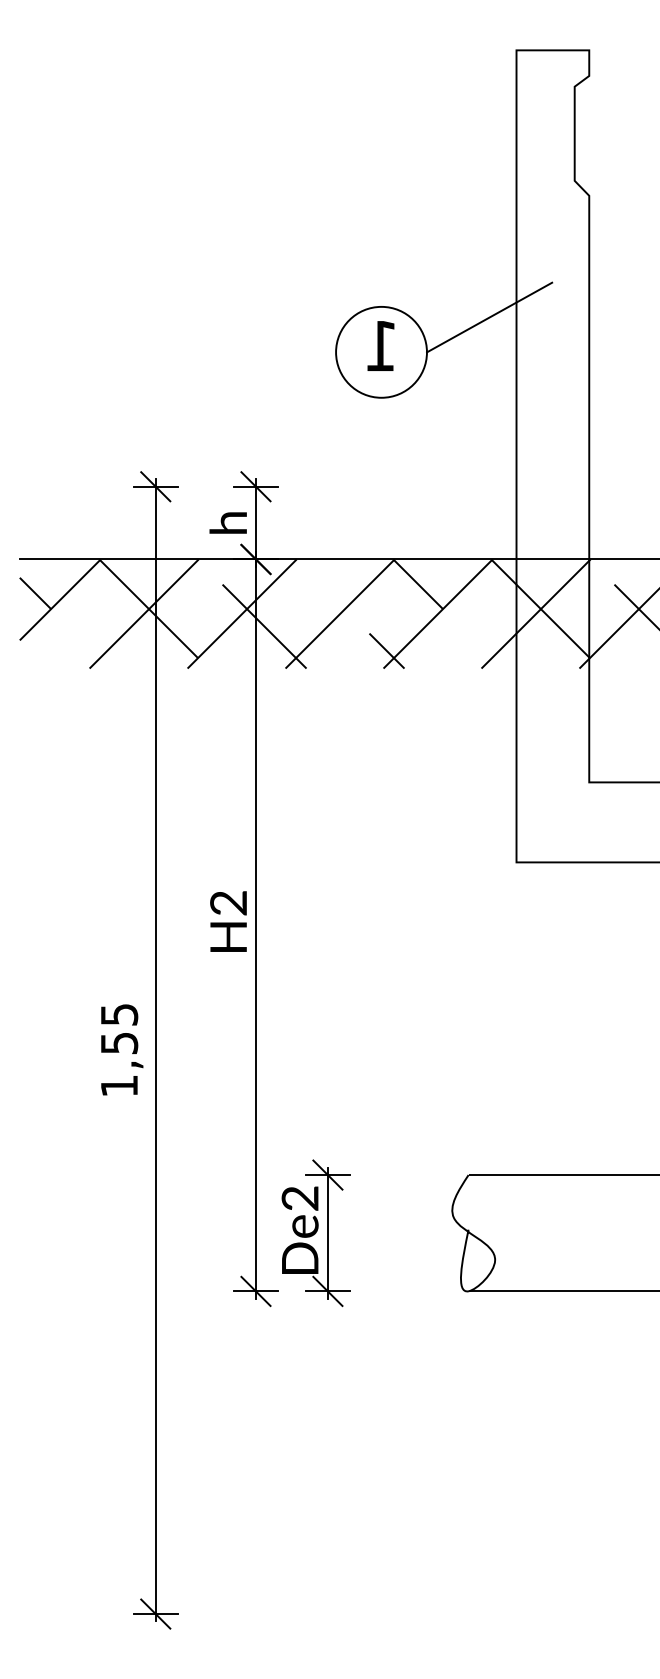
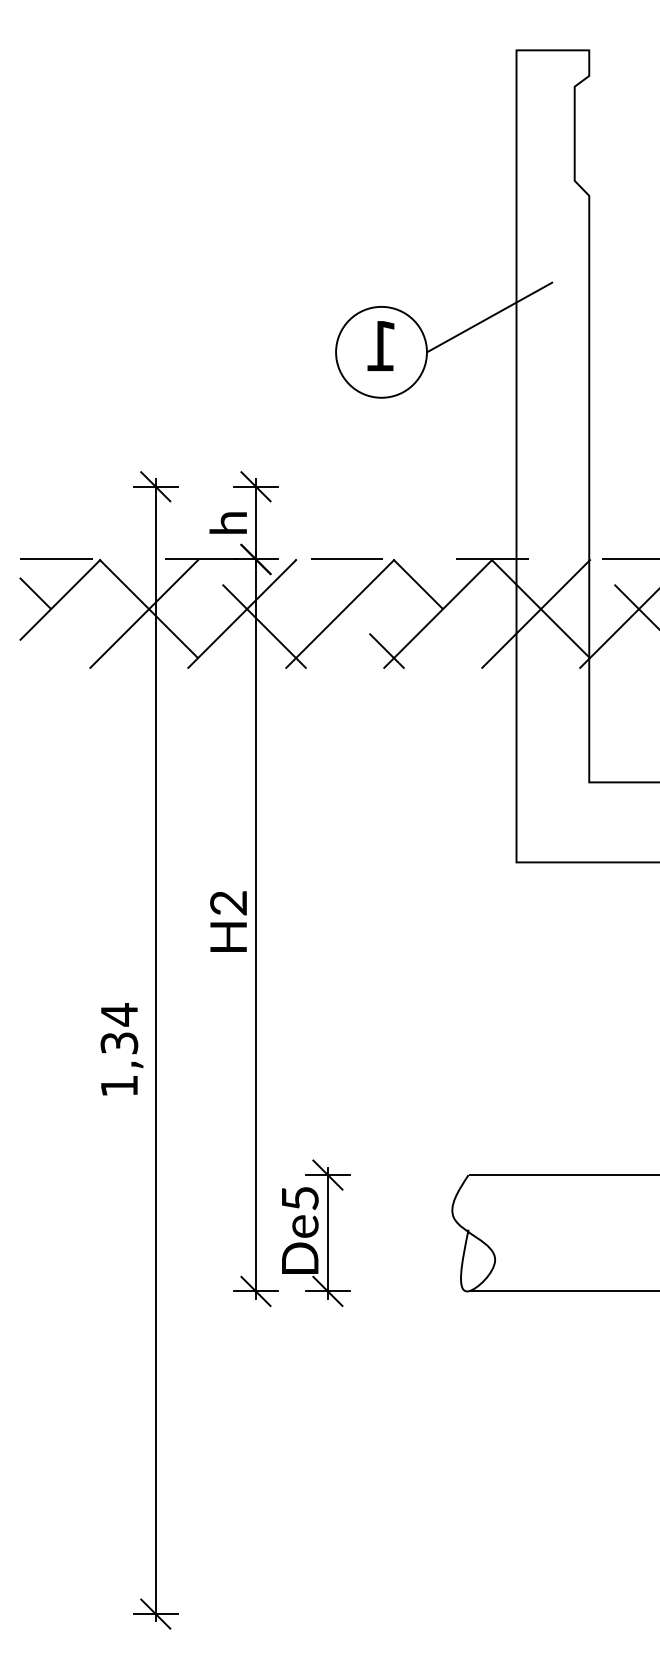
line at (339, 559): solid -> dashed
text at (119, 1028): 1,55 -> 1,34
text at (299, 1198): De2 -> De5
